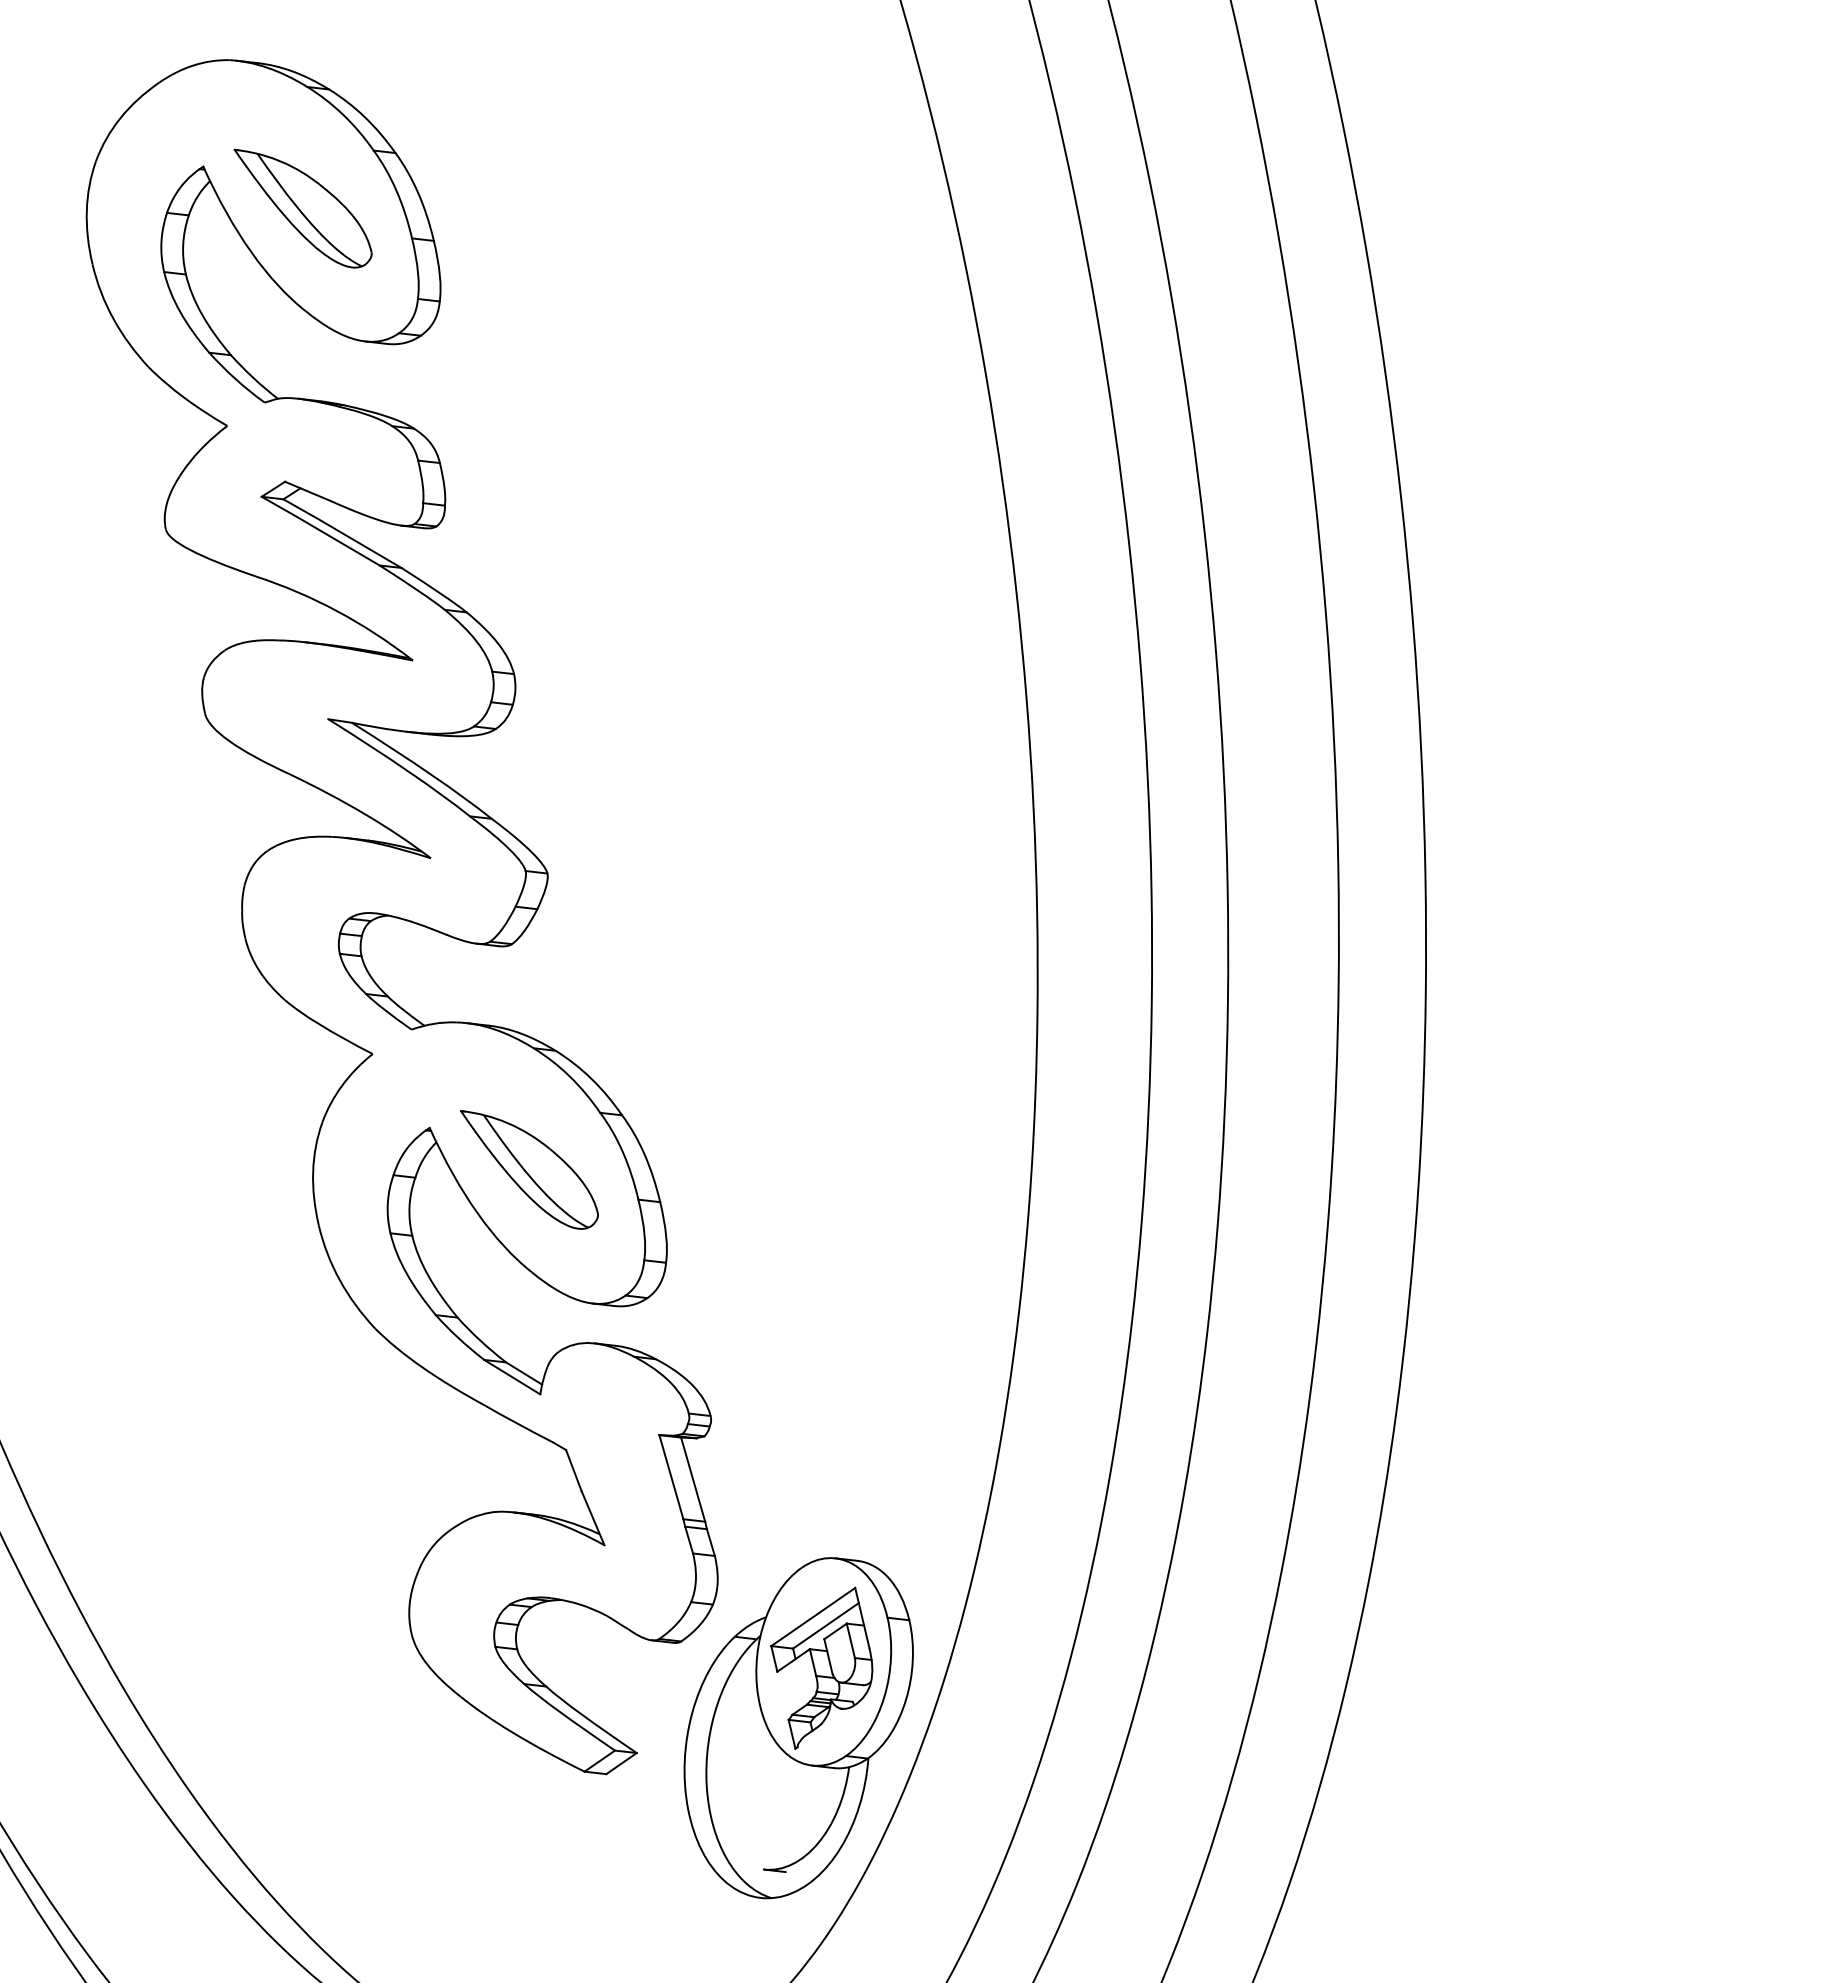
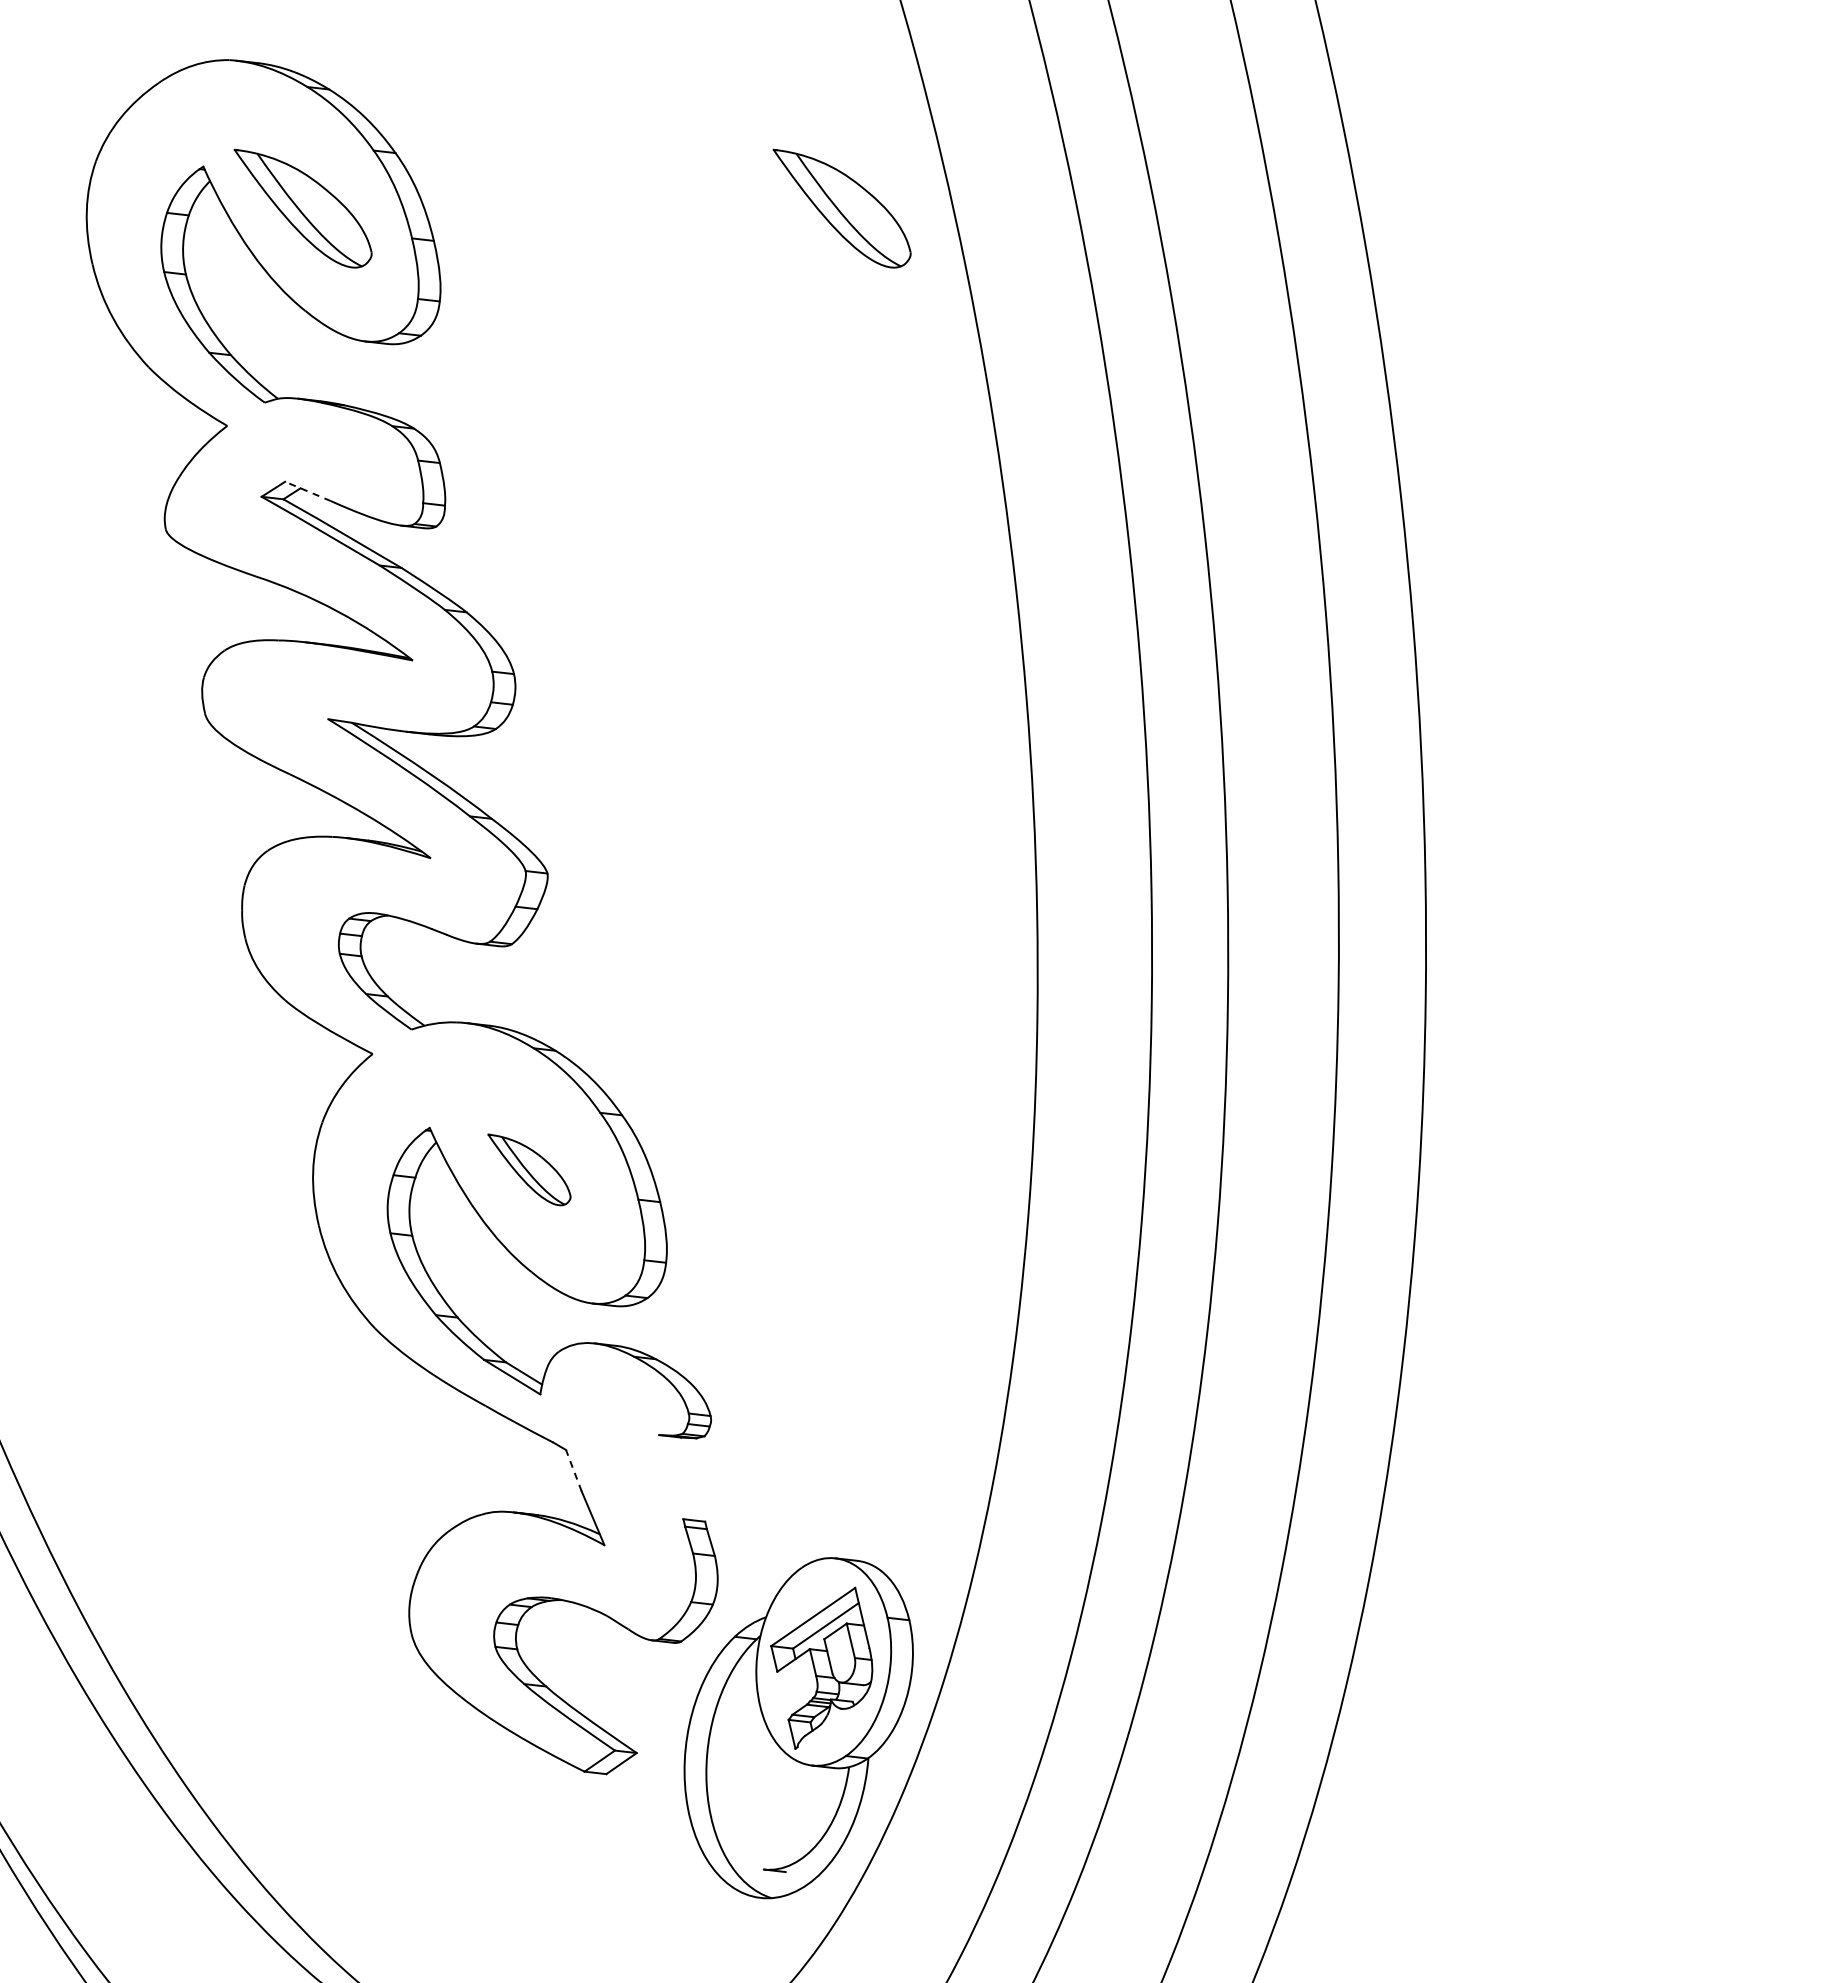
part at (841, 208): none -> present
line at (308, 491): solid -> dashed
part at (529, 1169) size: 139x120 px -> 85x74 px
line at (573, 1470): solid -> dashed
line at (671, 1477): present -> none
line at (693, 1479): present -> none
